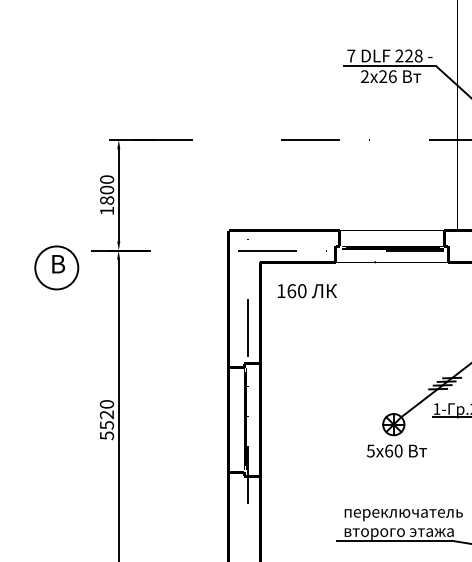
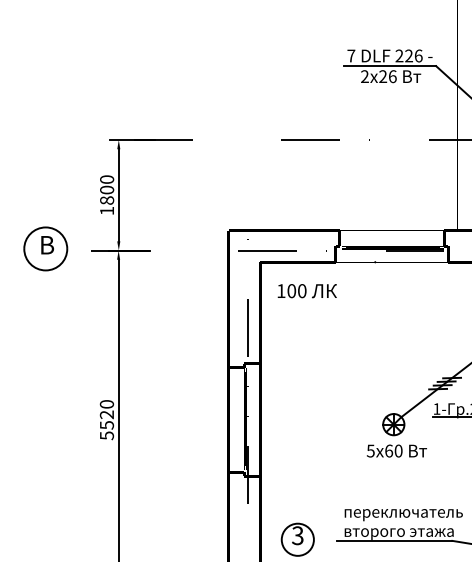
text at (418, 55): 228 -> 226
part at (56, 267) position: (56, 267) -> (45, 248)
text at (291, 290): 160 -> 100
part at (297, 539): none -> present
